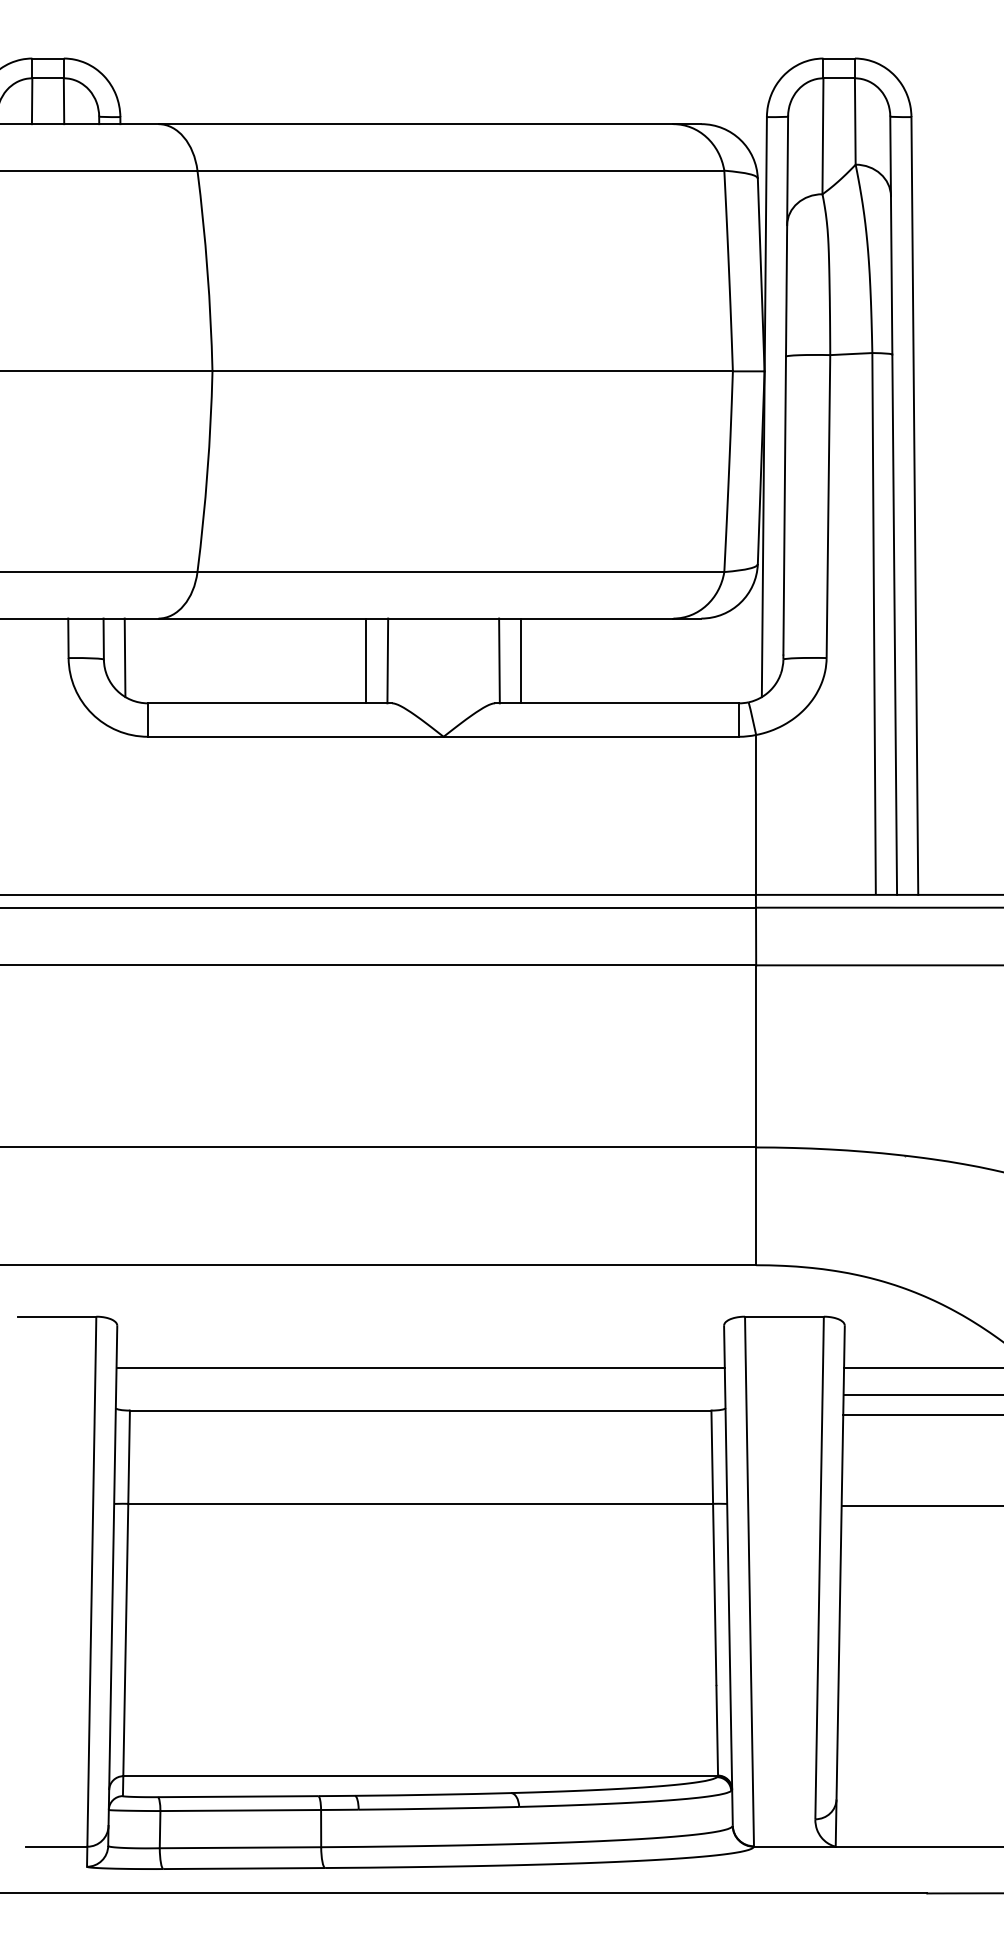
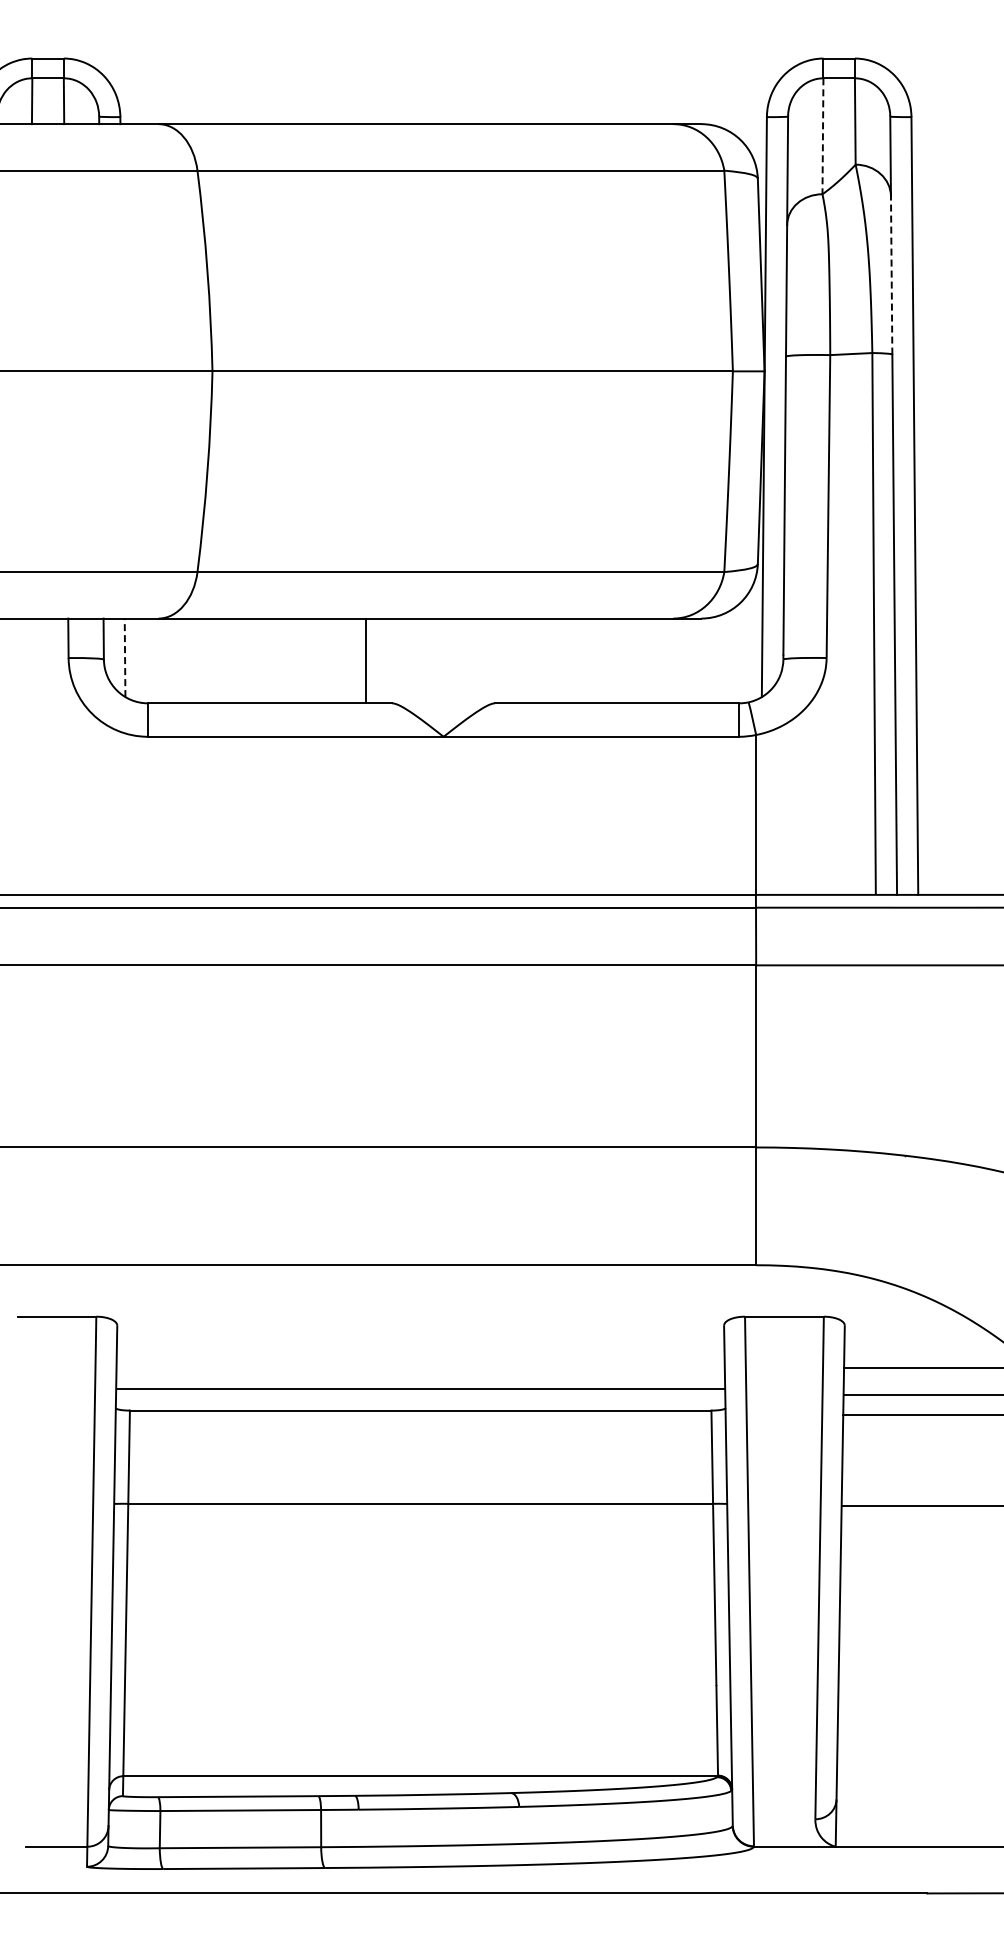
line at (822, 136): solid -> dashed
line at (891, 274): solid -> dashed
line at (125, 657): solid -> dashed
line at (387, 660): present -> none
line at (499, 660): present -> none
line at (521, 660): present -> none
line at (420, 1368) position: (420, 1368) -> (420, 1389)
